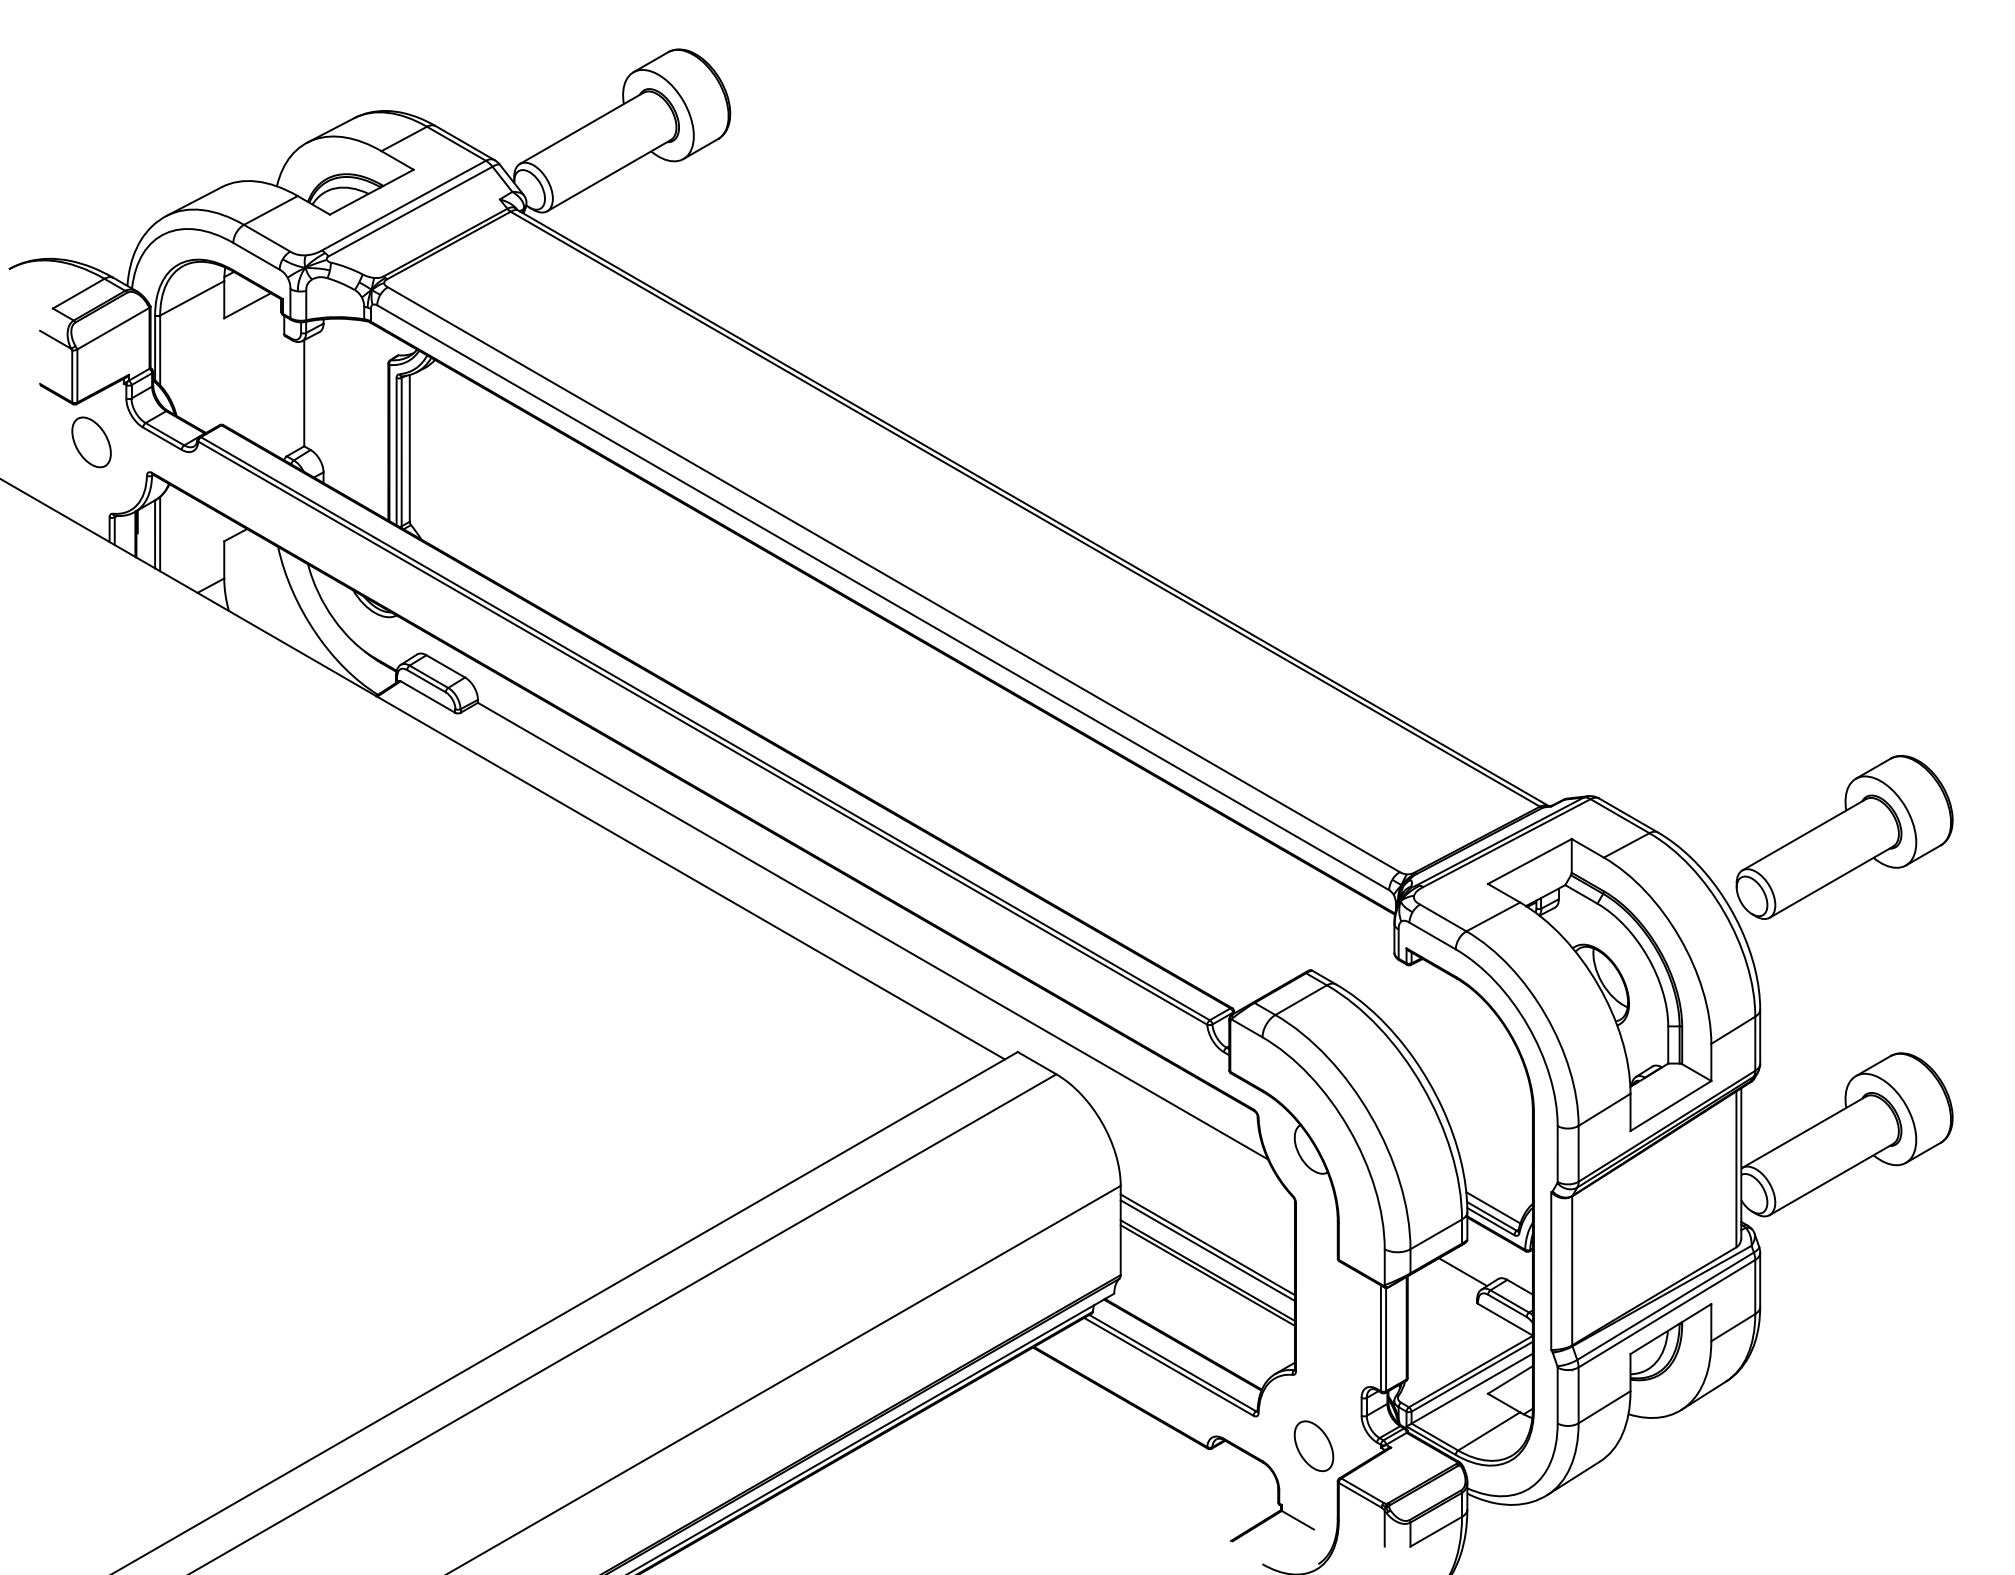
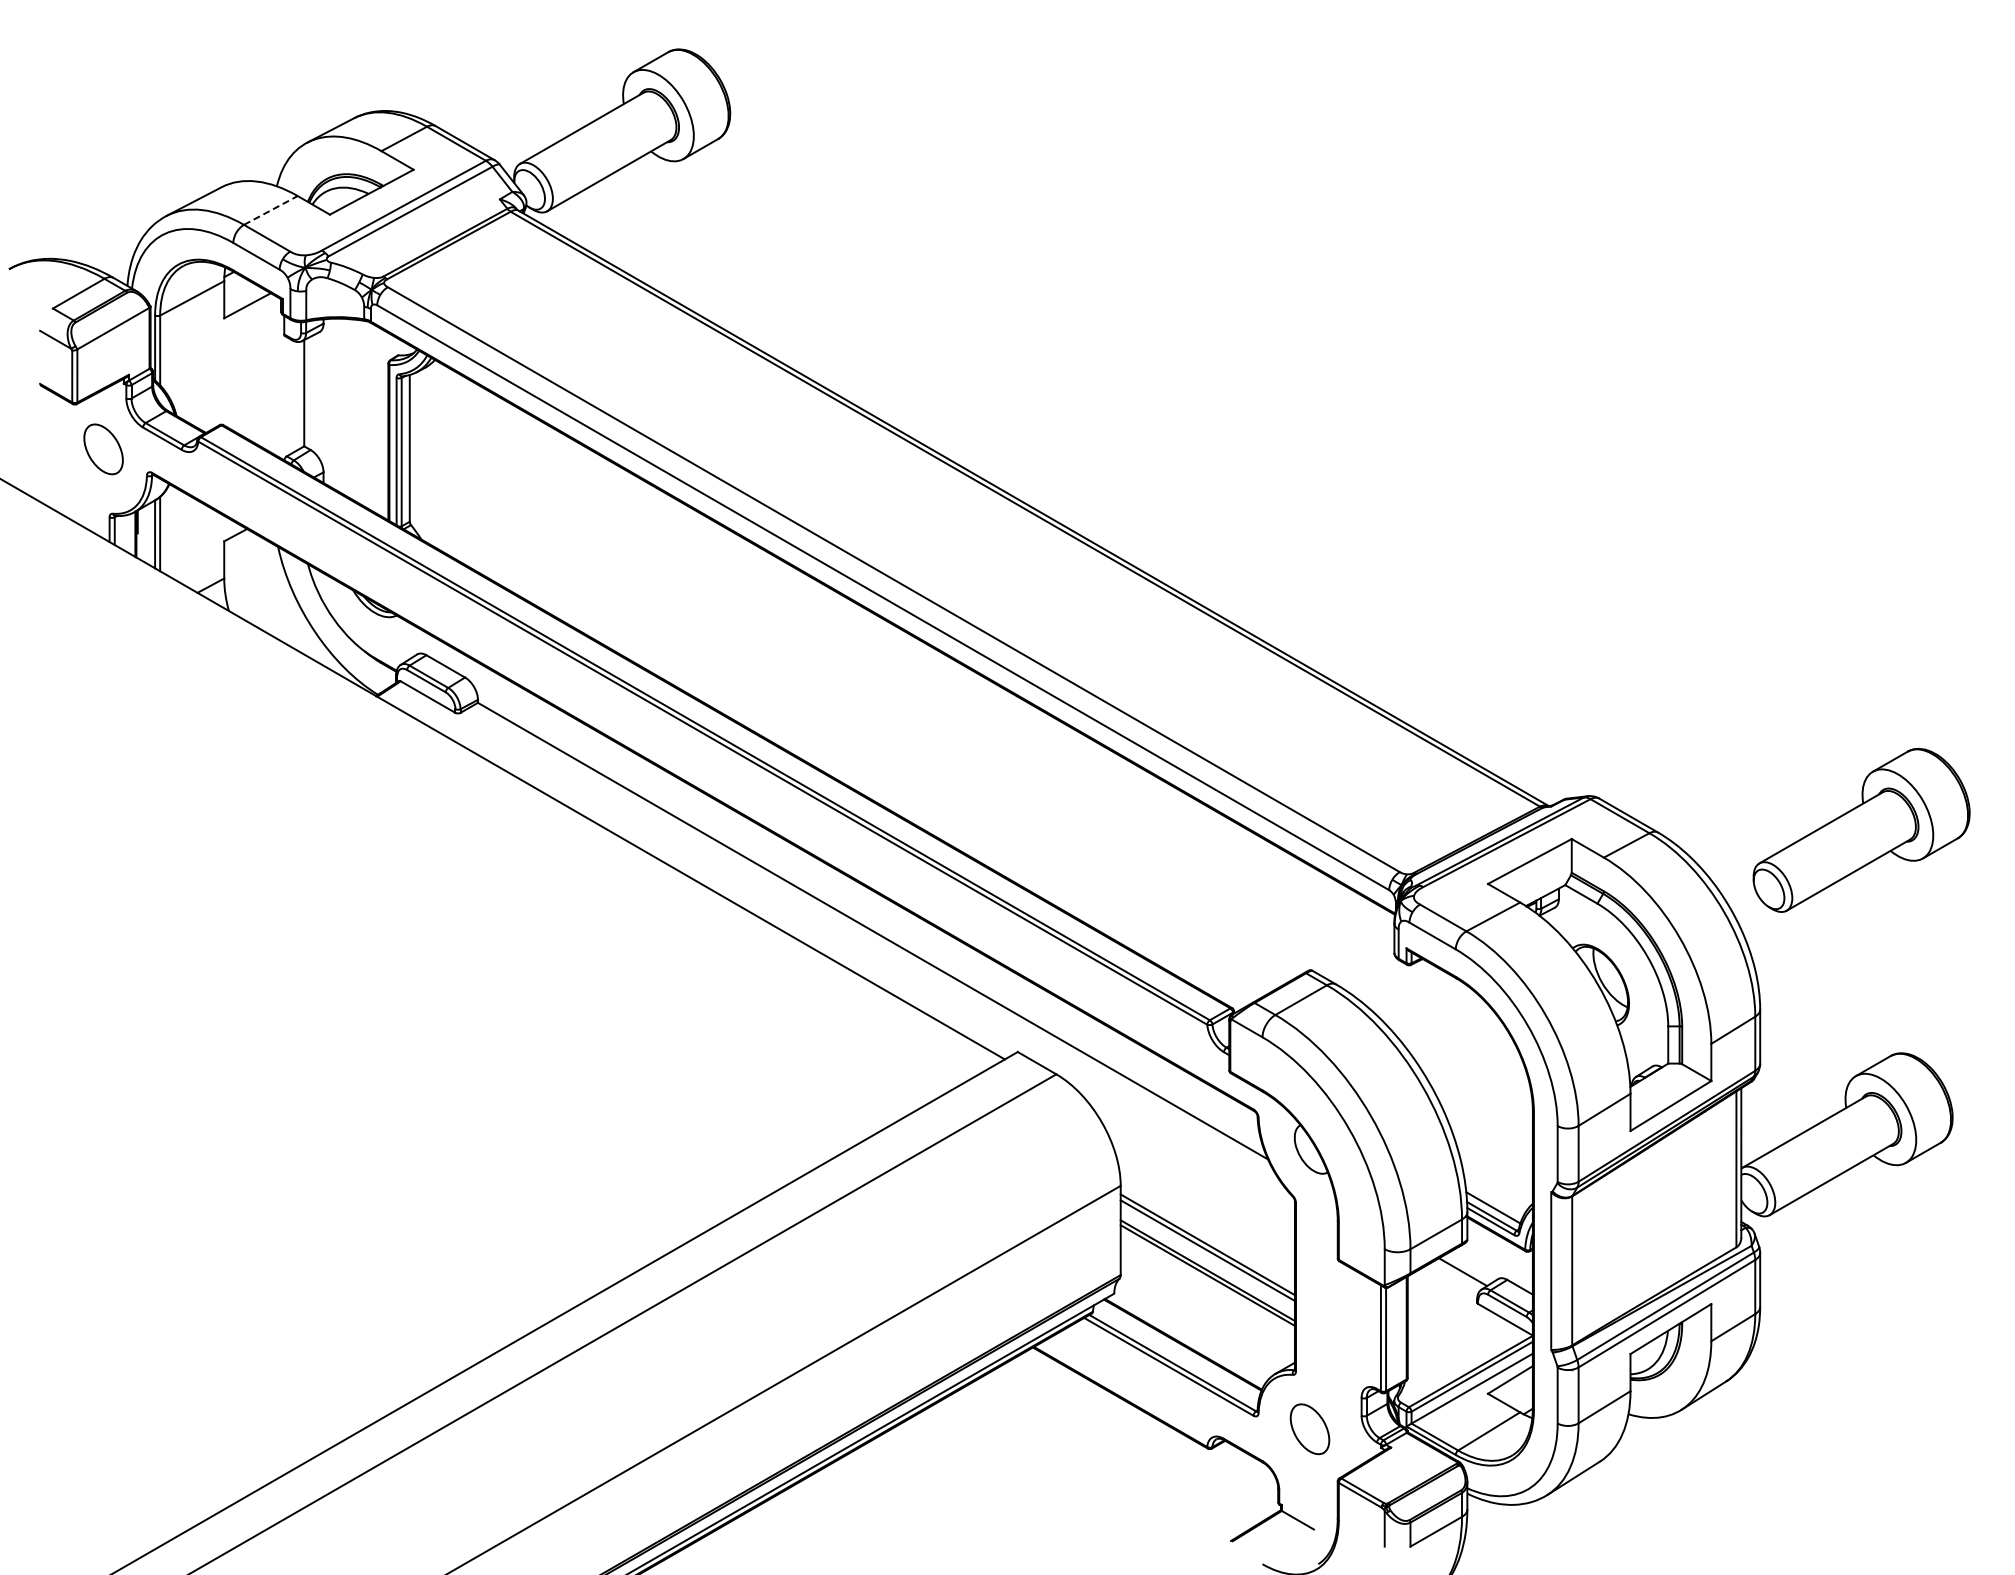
line at (271, 210): solid -> dashed
part at (91, 442) position: (91, 442) -> (103, 449)
part at (1844, 837) position: (1844, 837) -> (1861, 830)
part at (1313, 1446) position: (1313, 1446) -> (1309, 1429)
